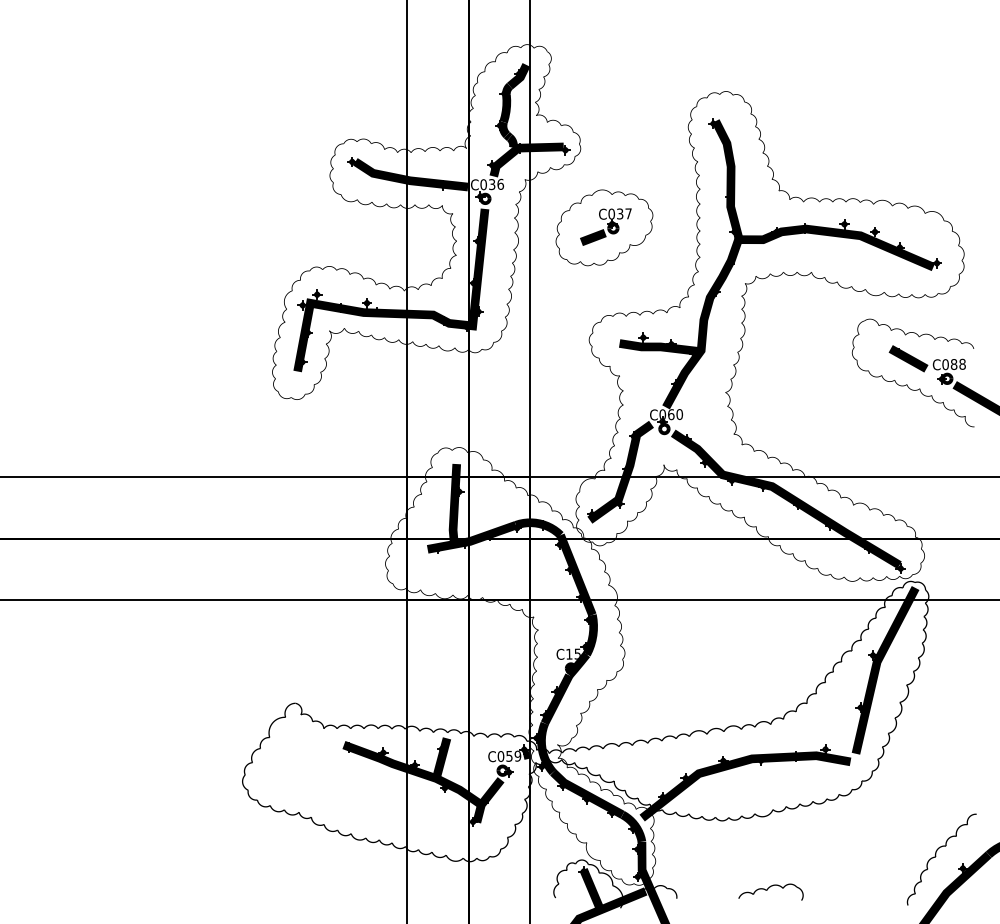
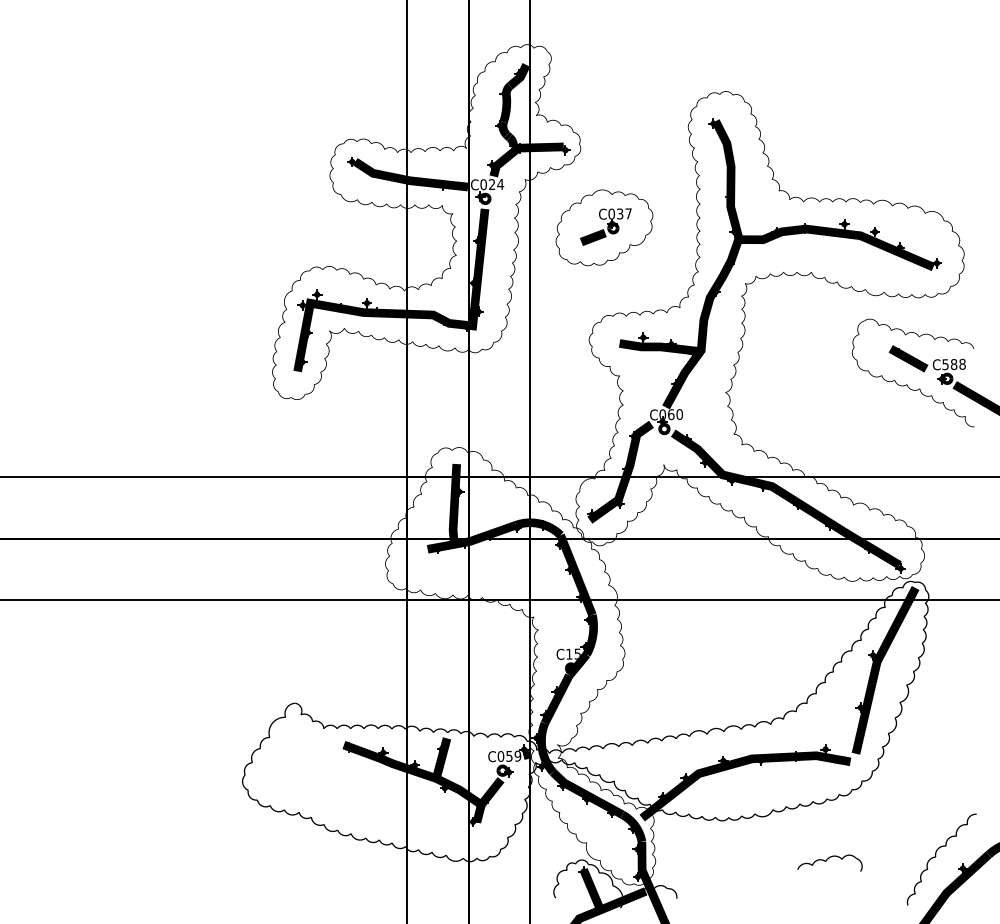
text at (496, 184): C036 -> C024
text at (945, 364): C088 -> C588
curve at (768, 889) position: (768, 889) -> (827, 860)
